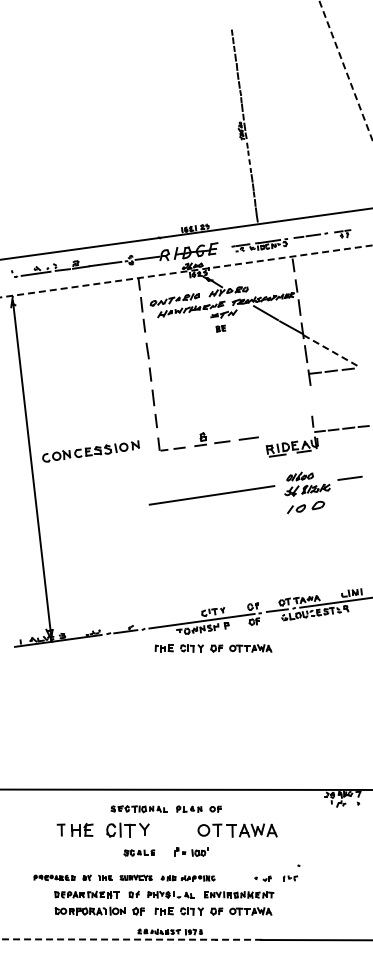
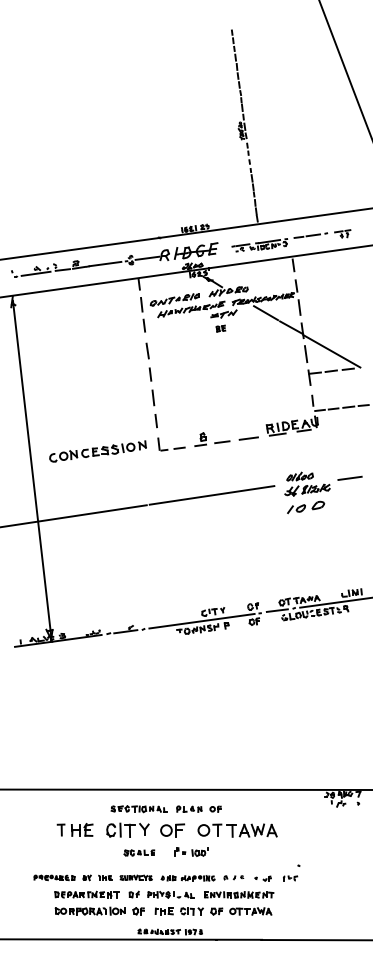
arc at (346, 71): dashed -> solid
line at (186, 271): dashed -> solid
line at (331, 351): dashed -> solid
part at (317, 436) position: (317, 436) -> (317, 415)
part at (90, 451) position: (90, 451) -> (97, 451)
line at (74, 516): none -> present
part at (213, 648): present -> none
part at (172, 830): none -> present
part at (233, 877): none -> present
line at (131, 939): dashed -> solid
